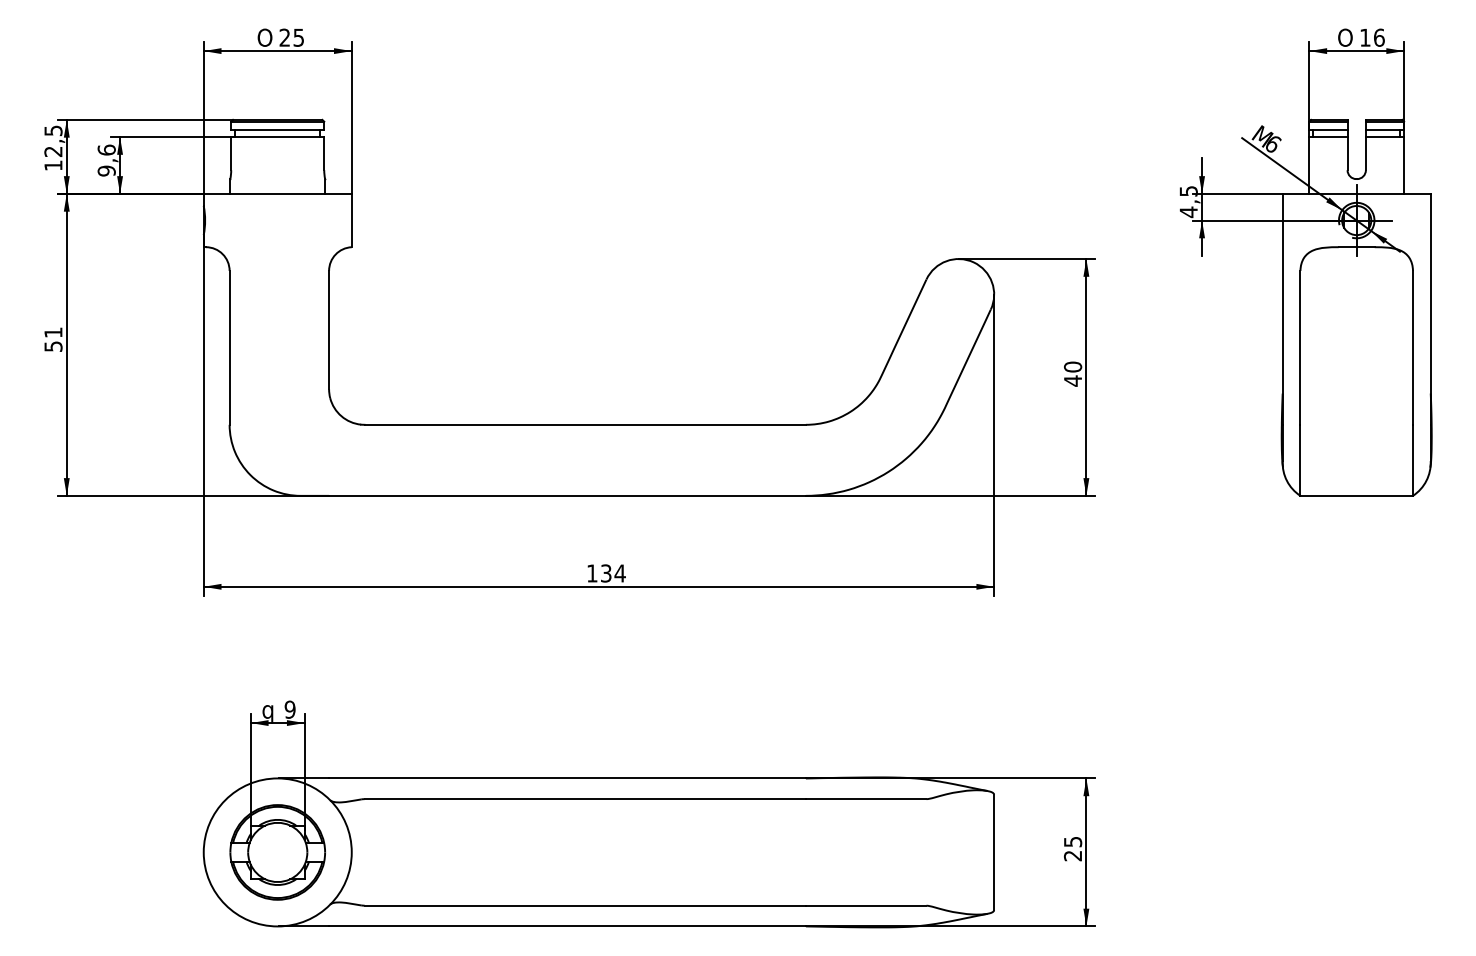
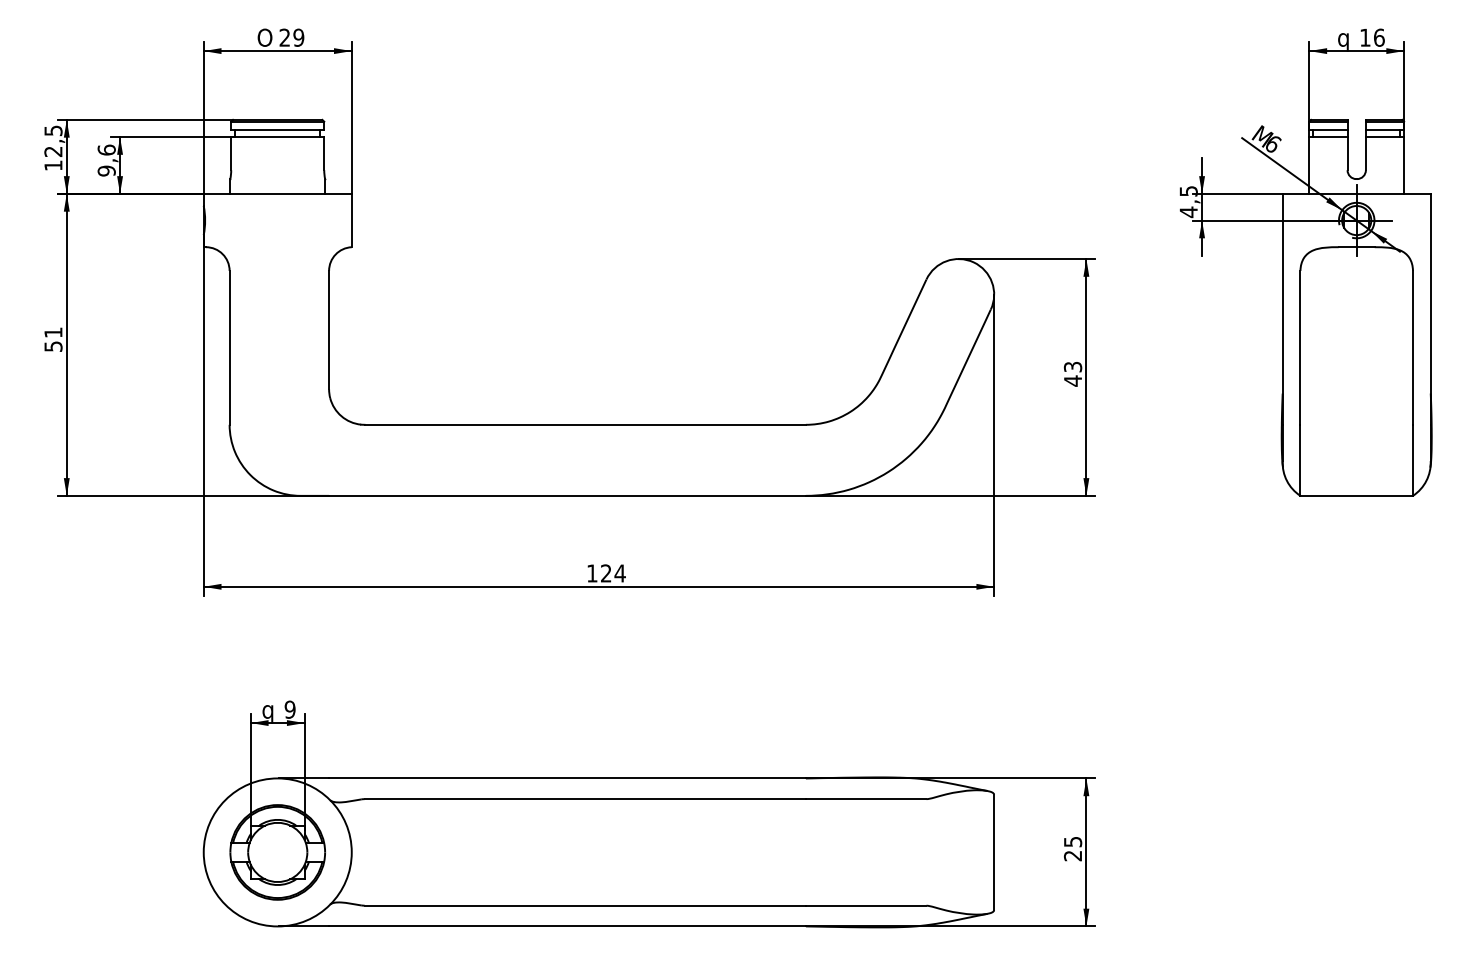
text at (298, 37): 25 -> 29
text at (1345, 38): O -> q
text at (1073, 366): 40 -> 43
text at (606, 573): 134 -> 124
